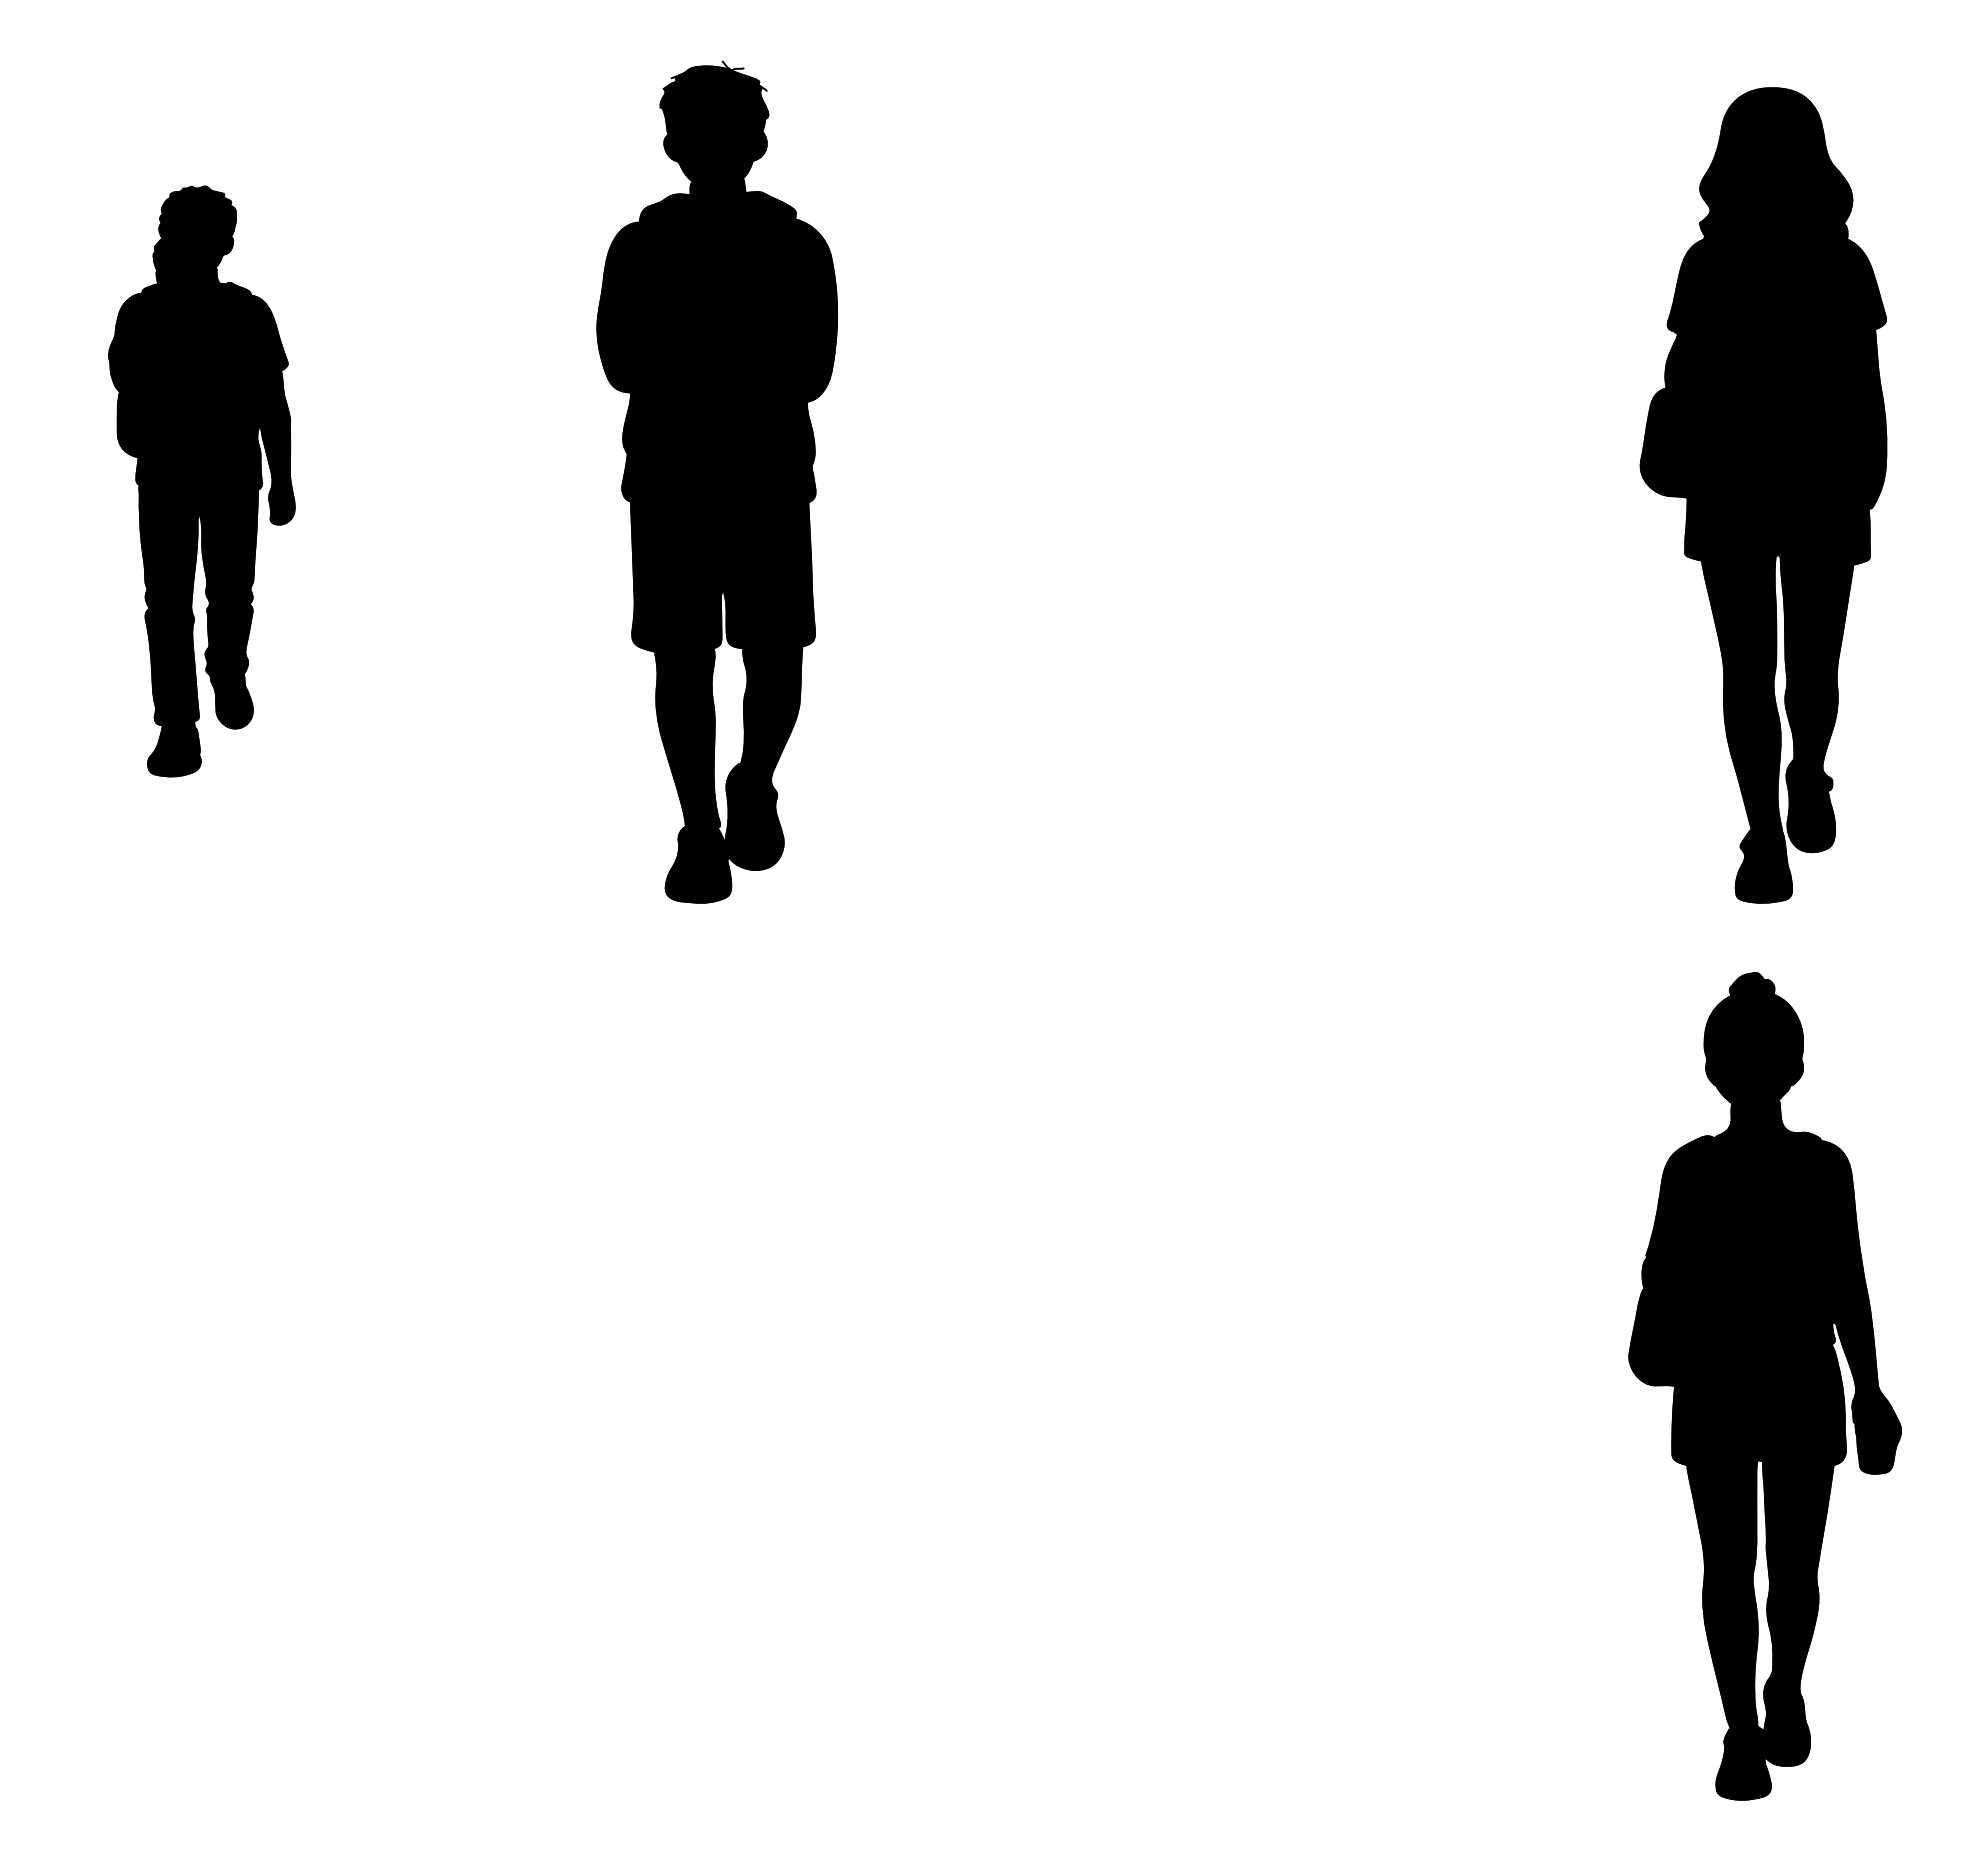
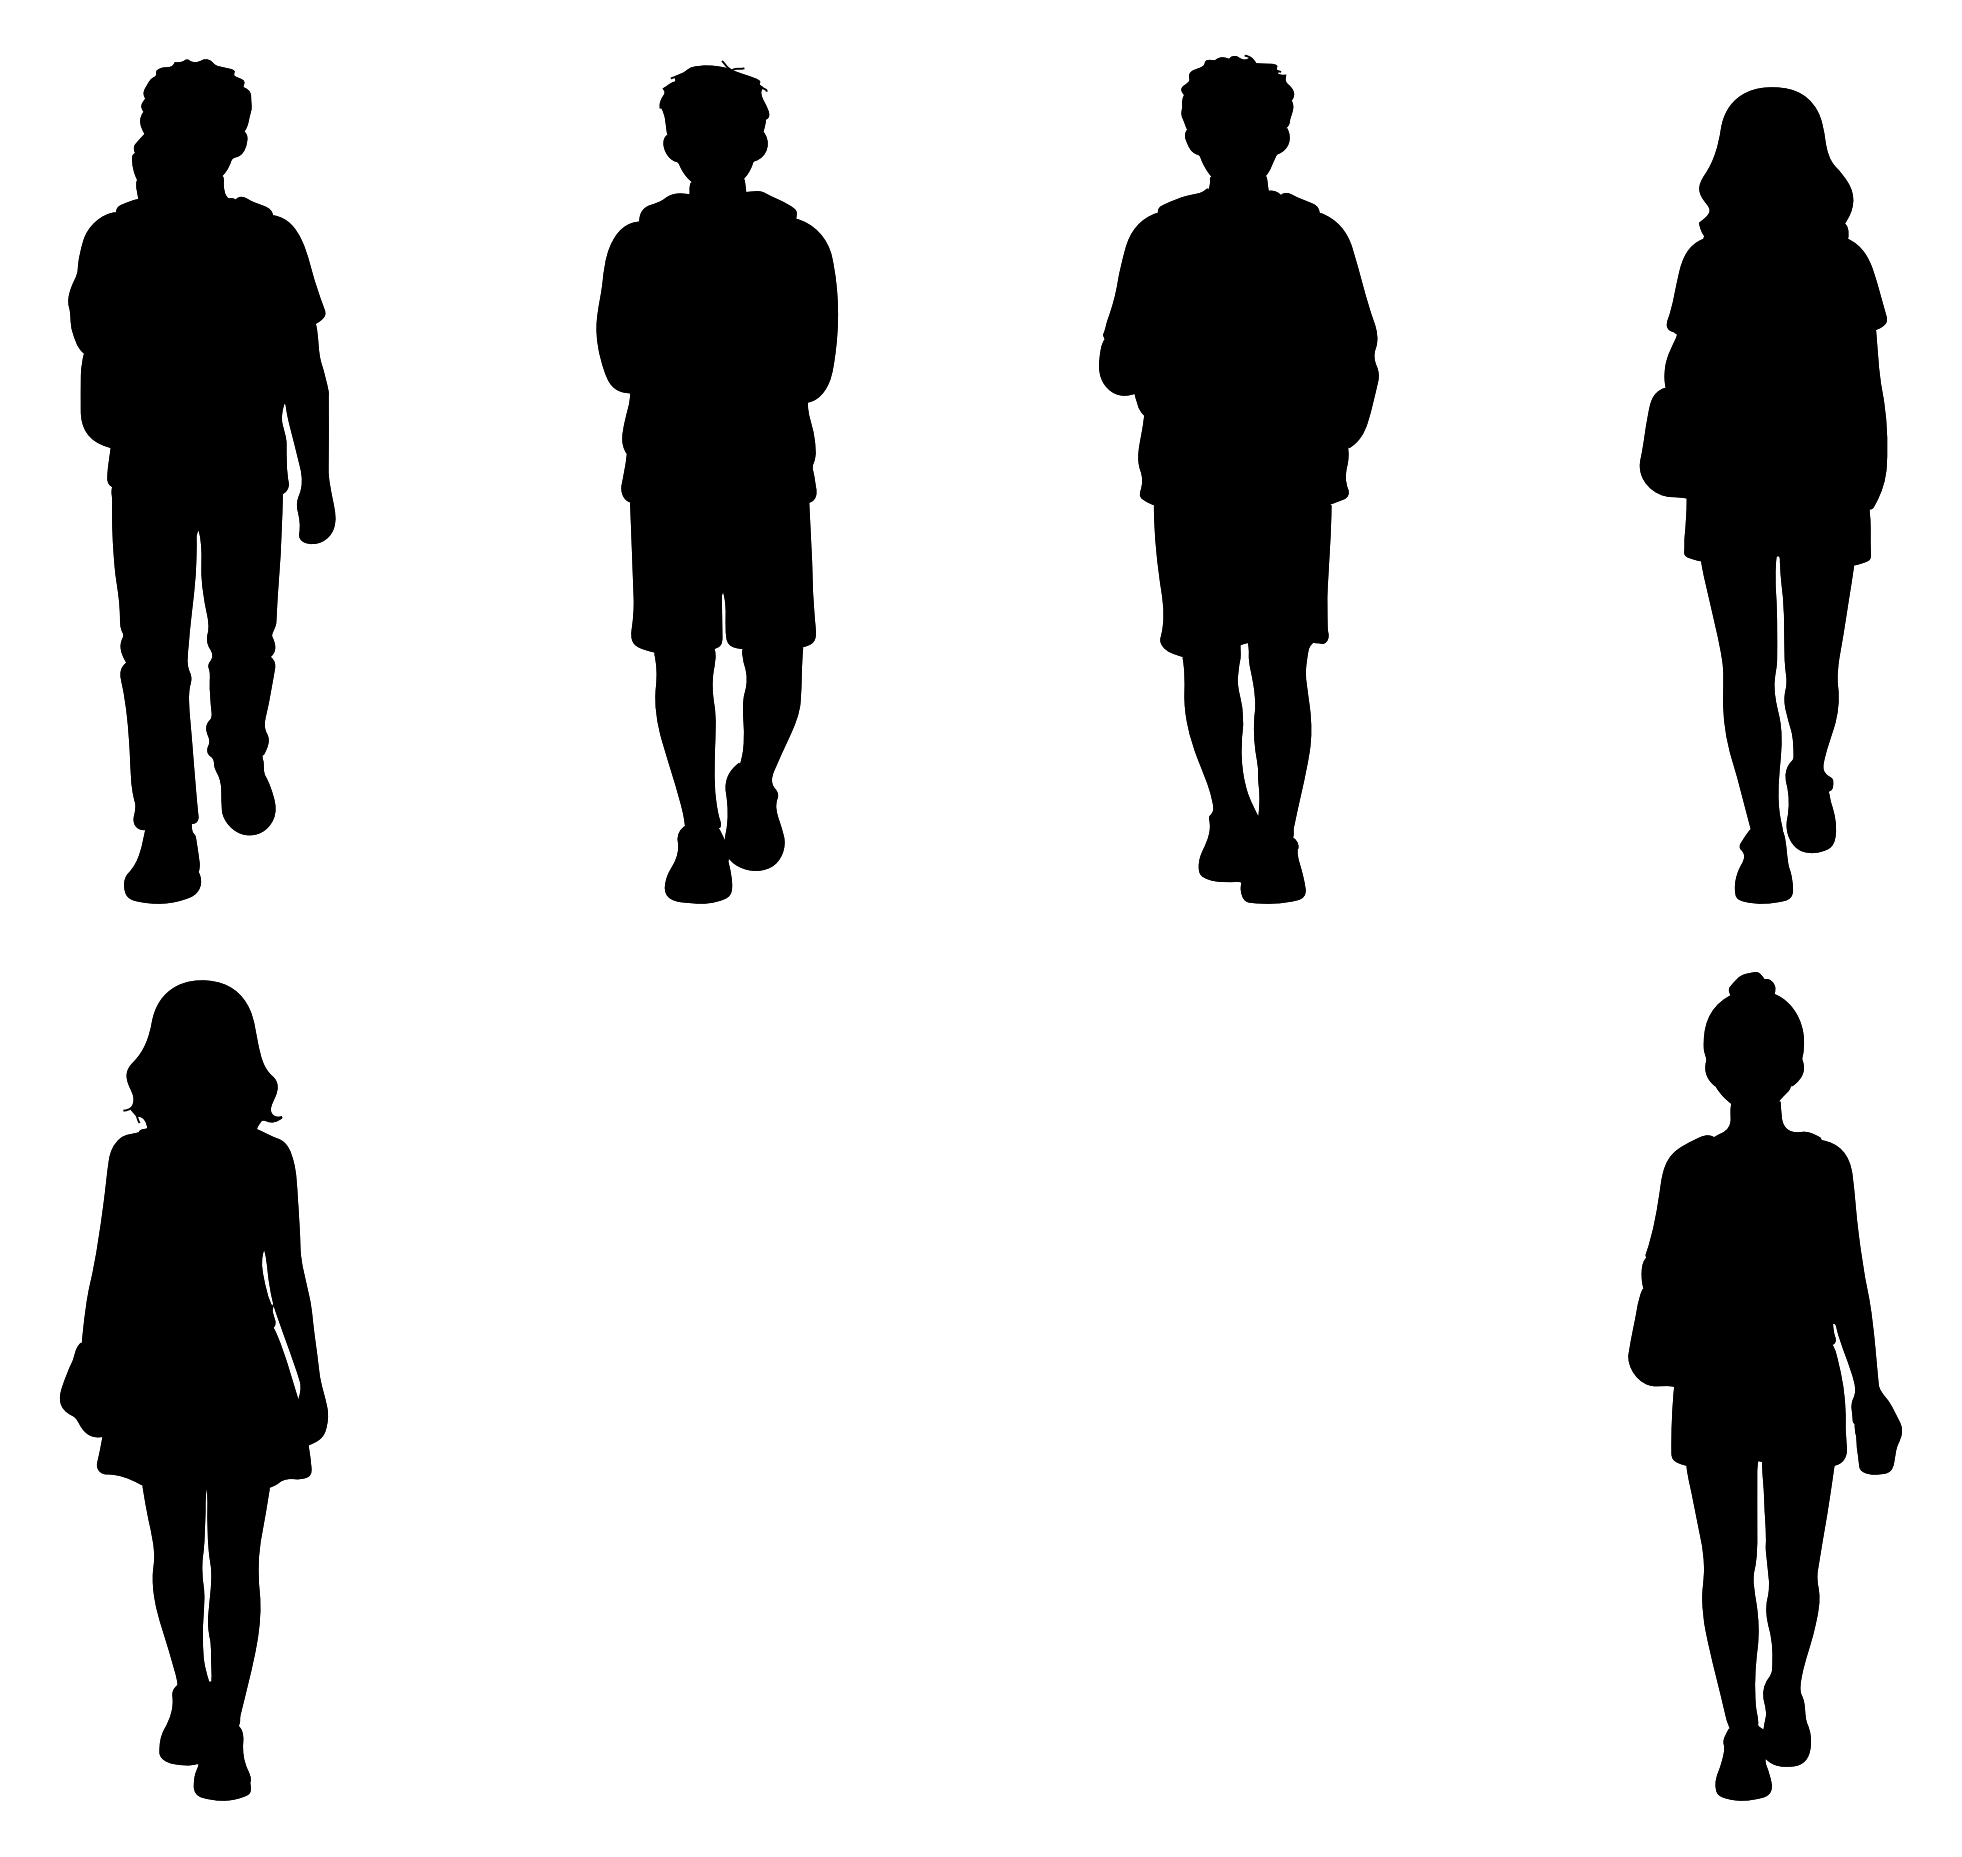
part at (1238, 478): none -> present
part at (201, 481) size: 188x593 px -> 268x845 px
part at (193, 1390): none -> present
